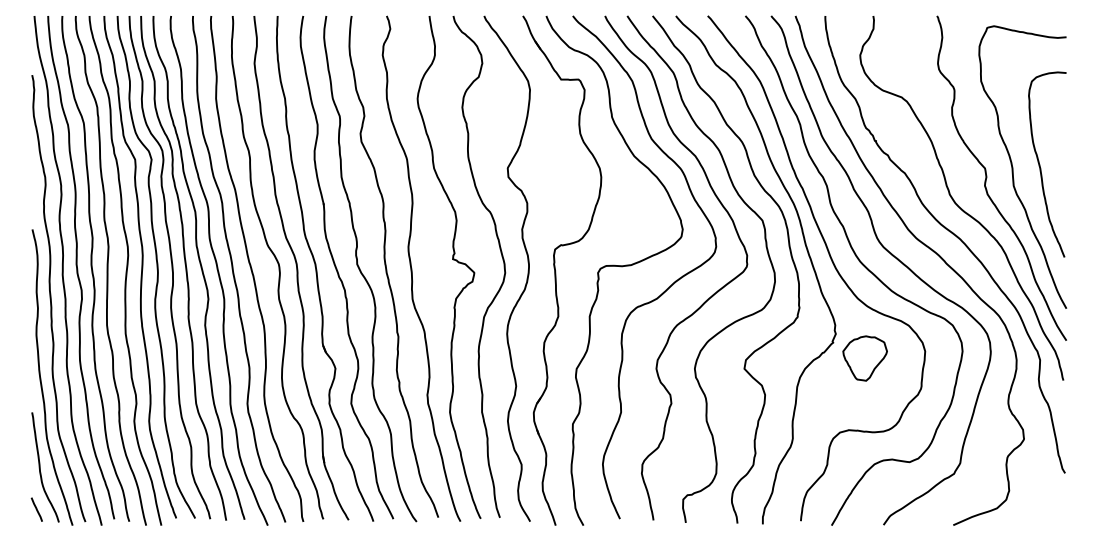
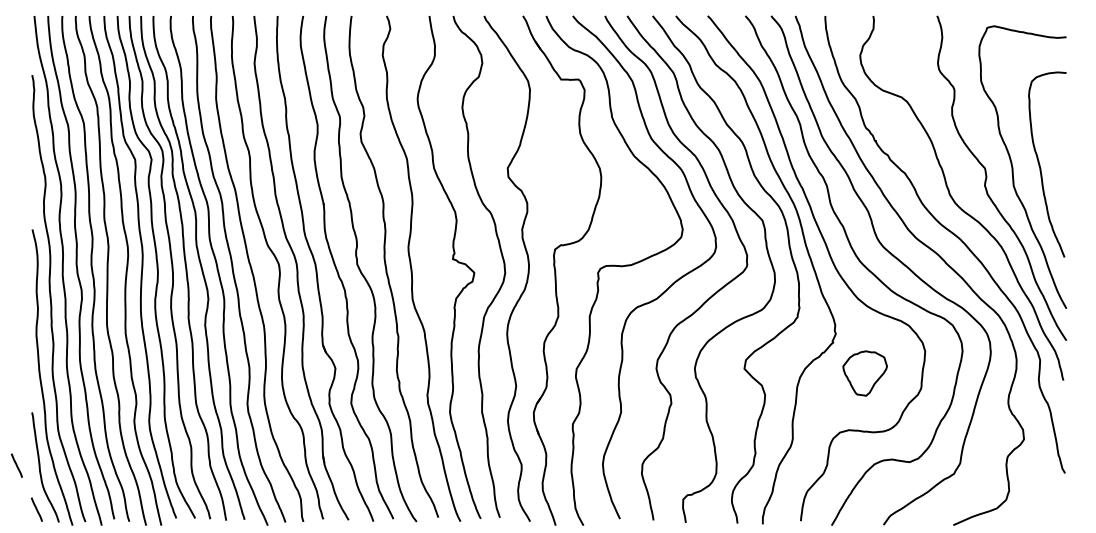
part at (864, 358) position: (864, 358) -> (864, 373)
line at (16, 465): none -> present
